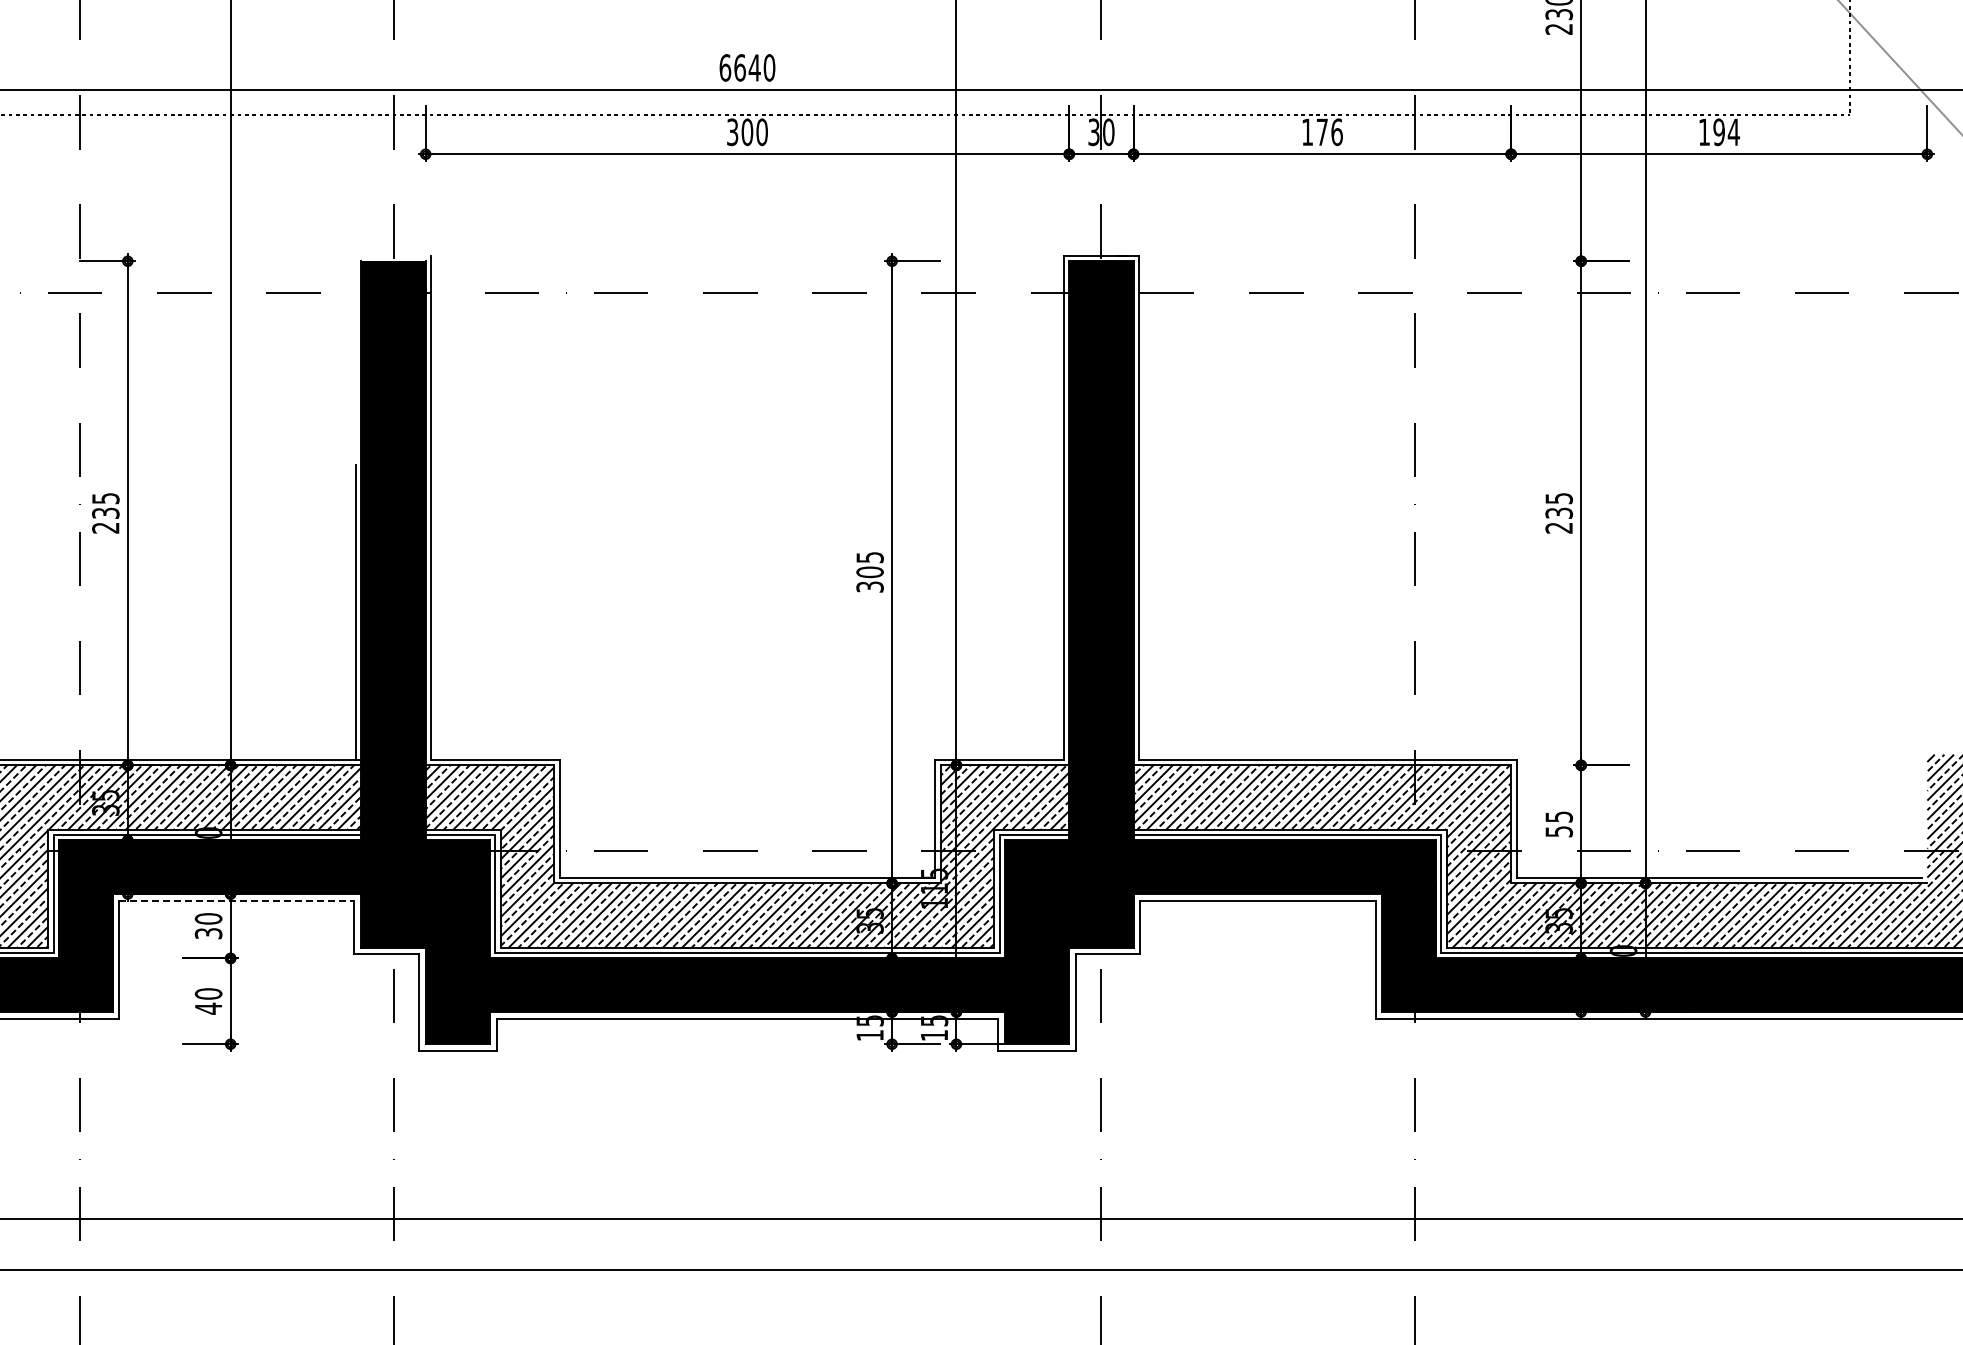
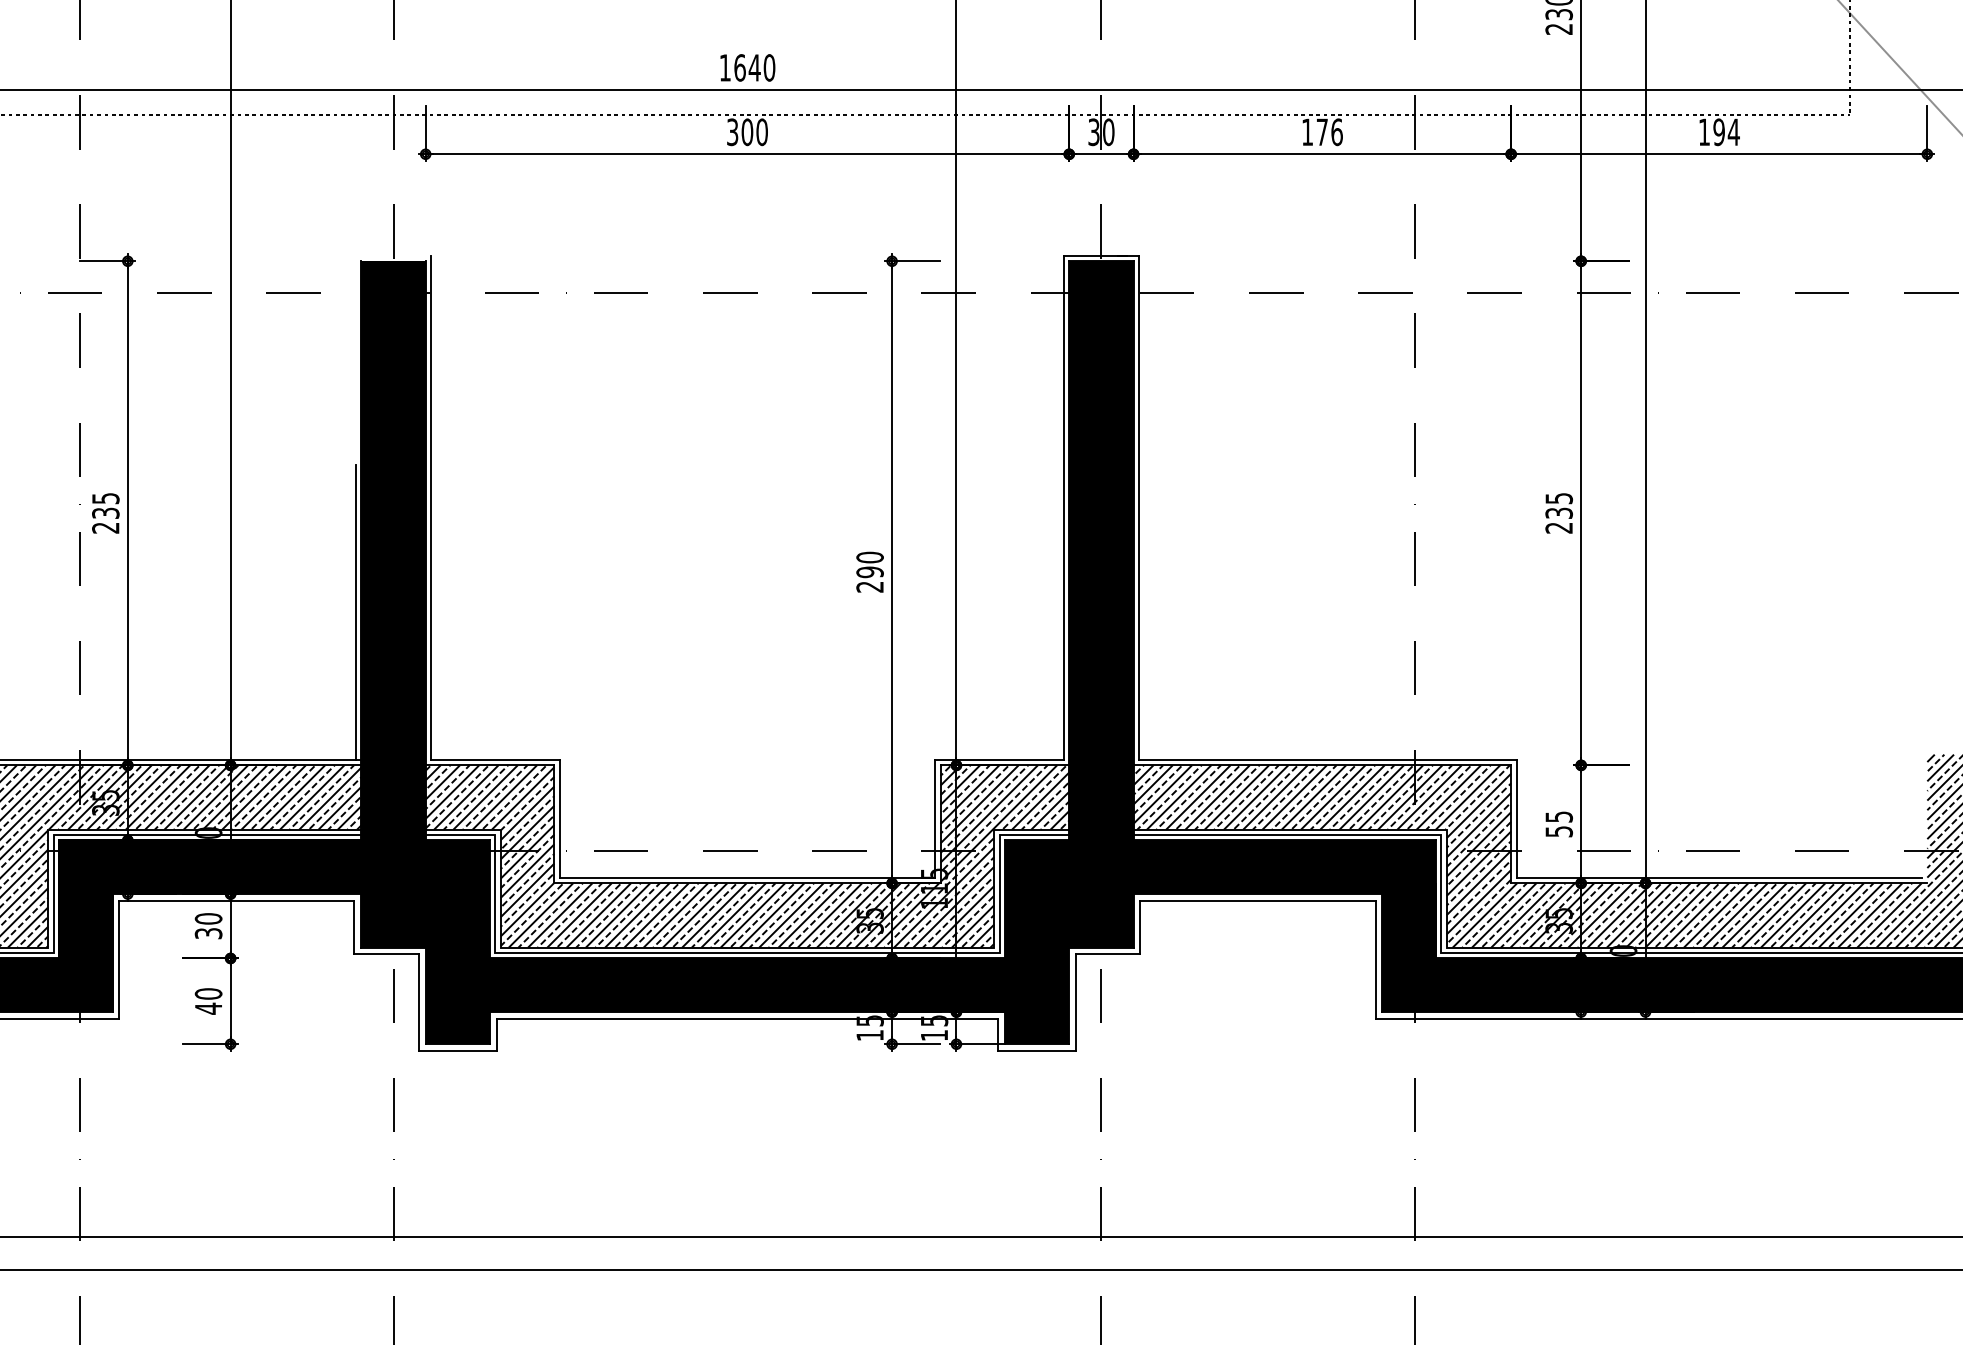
text at (725, 67): 6640 -> 1640
text at (869, 571): 305 -> 290
line at (236, 900): dashed -> solid
line at (980, 1219) position: (980, 1219) -> (980, 1237)
